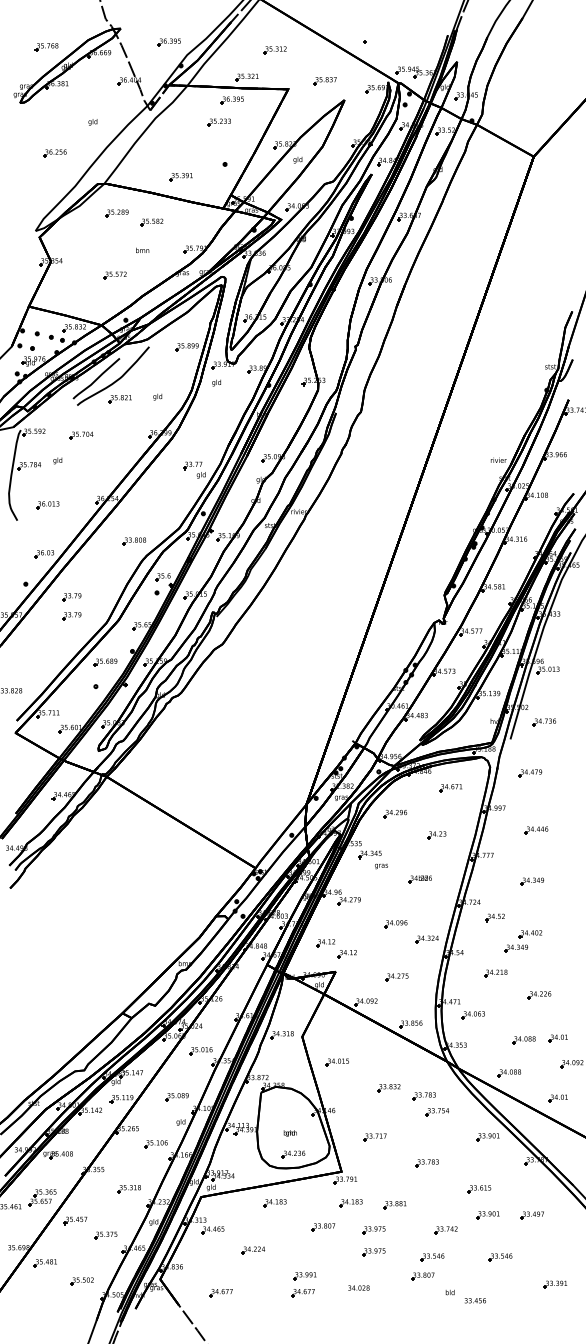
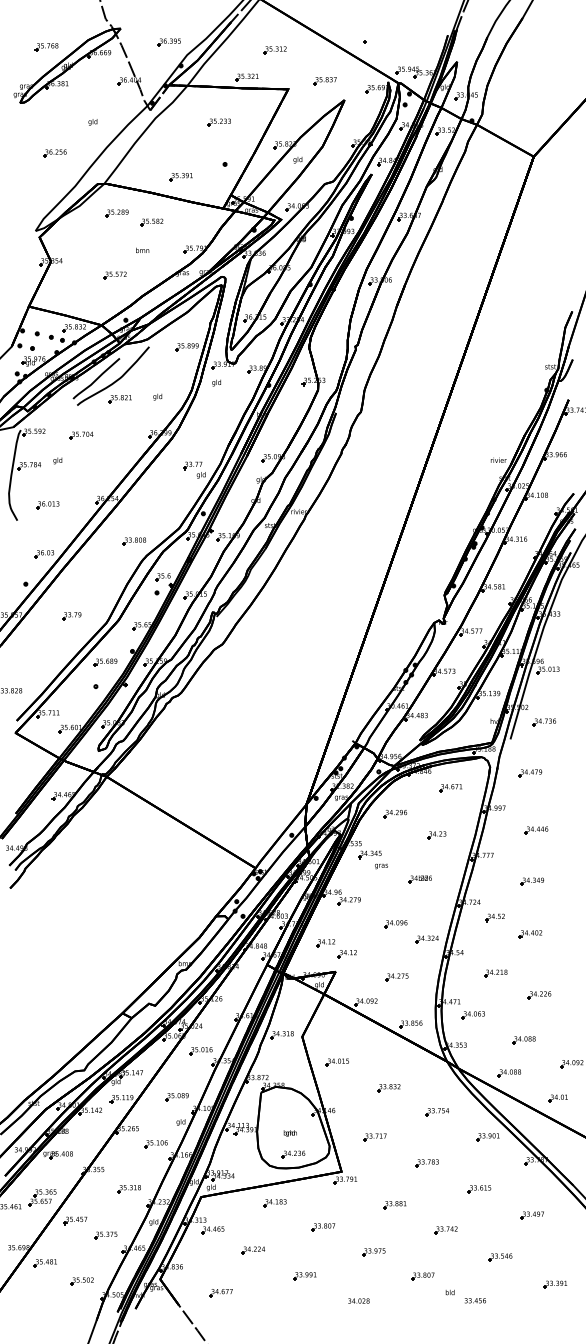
part at (231, 100): present -> none
part at (71, 597): present -> none
part at (516, 948): present -> none
part at (557, 1038): present -> none
part at (423, 1096): present -> none
part at (350, 1203): present -> none
part at (487, 1215): present -> none
part at (373, 1230): present -> none
part at (432, 1257): present -> none
text at (358, 1287) position: (358, 1287) -> (358, 1300)
part at (302, 1293): present -> none
